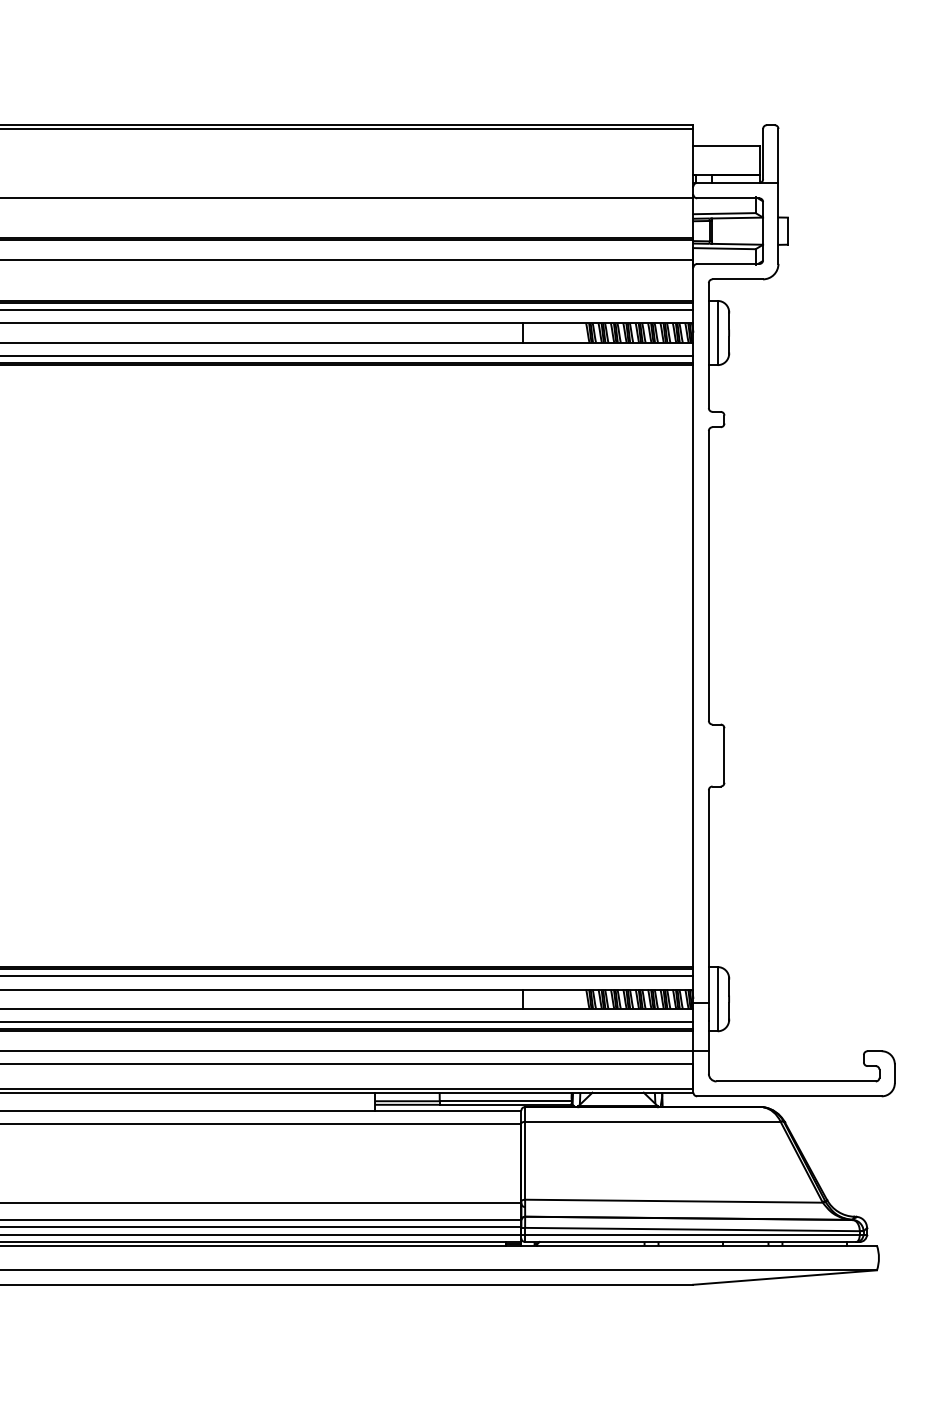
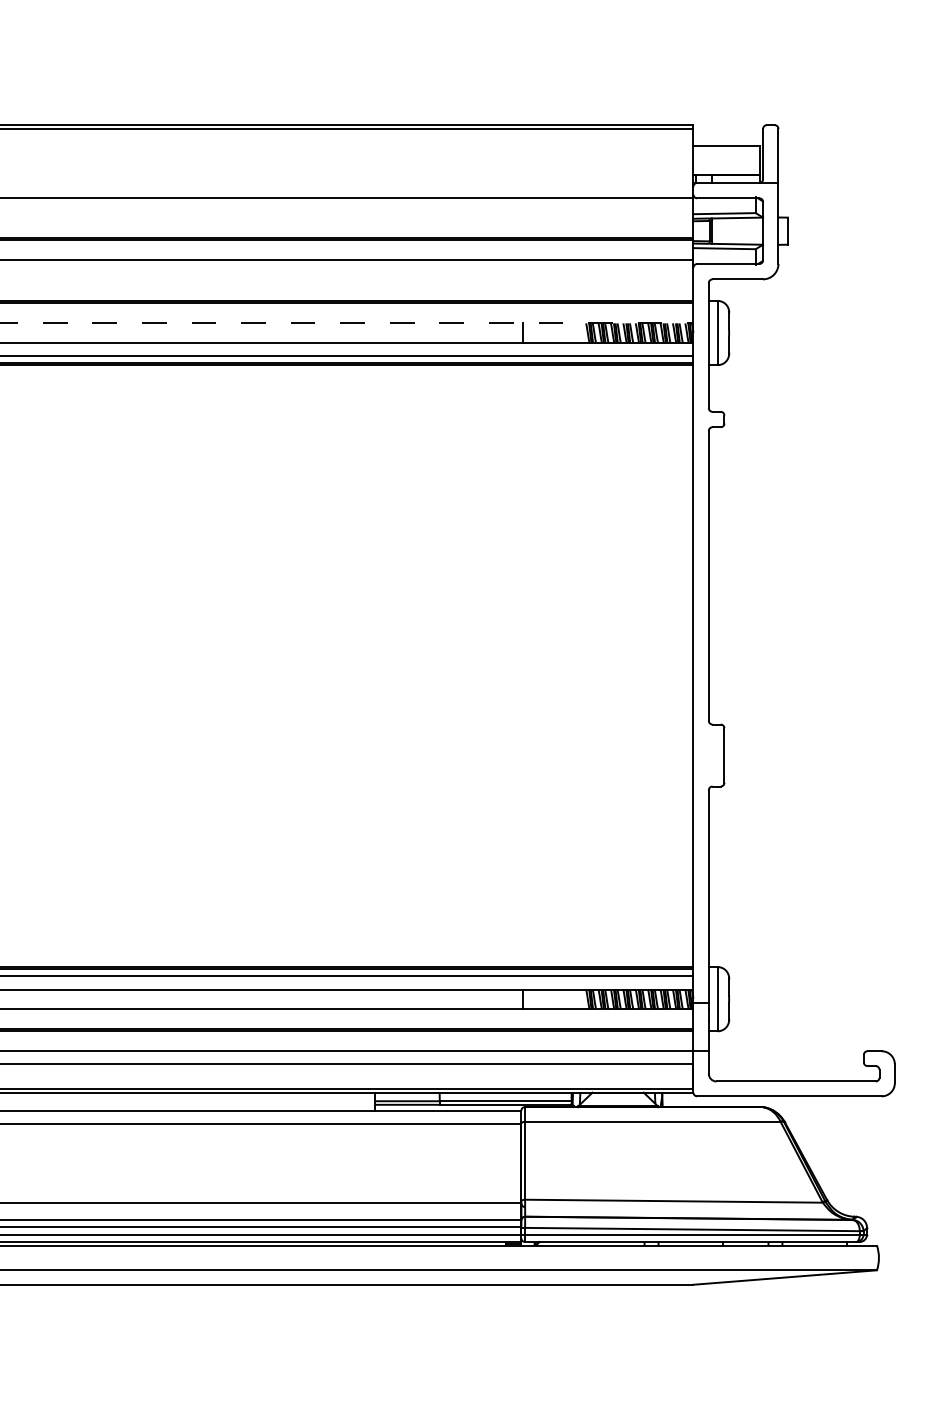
line at (347, 309): present -> none
line at (347, 323): solid -> dashed
line at (347, 1022): present -> none
